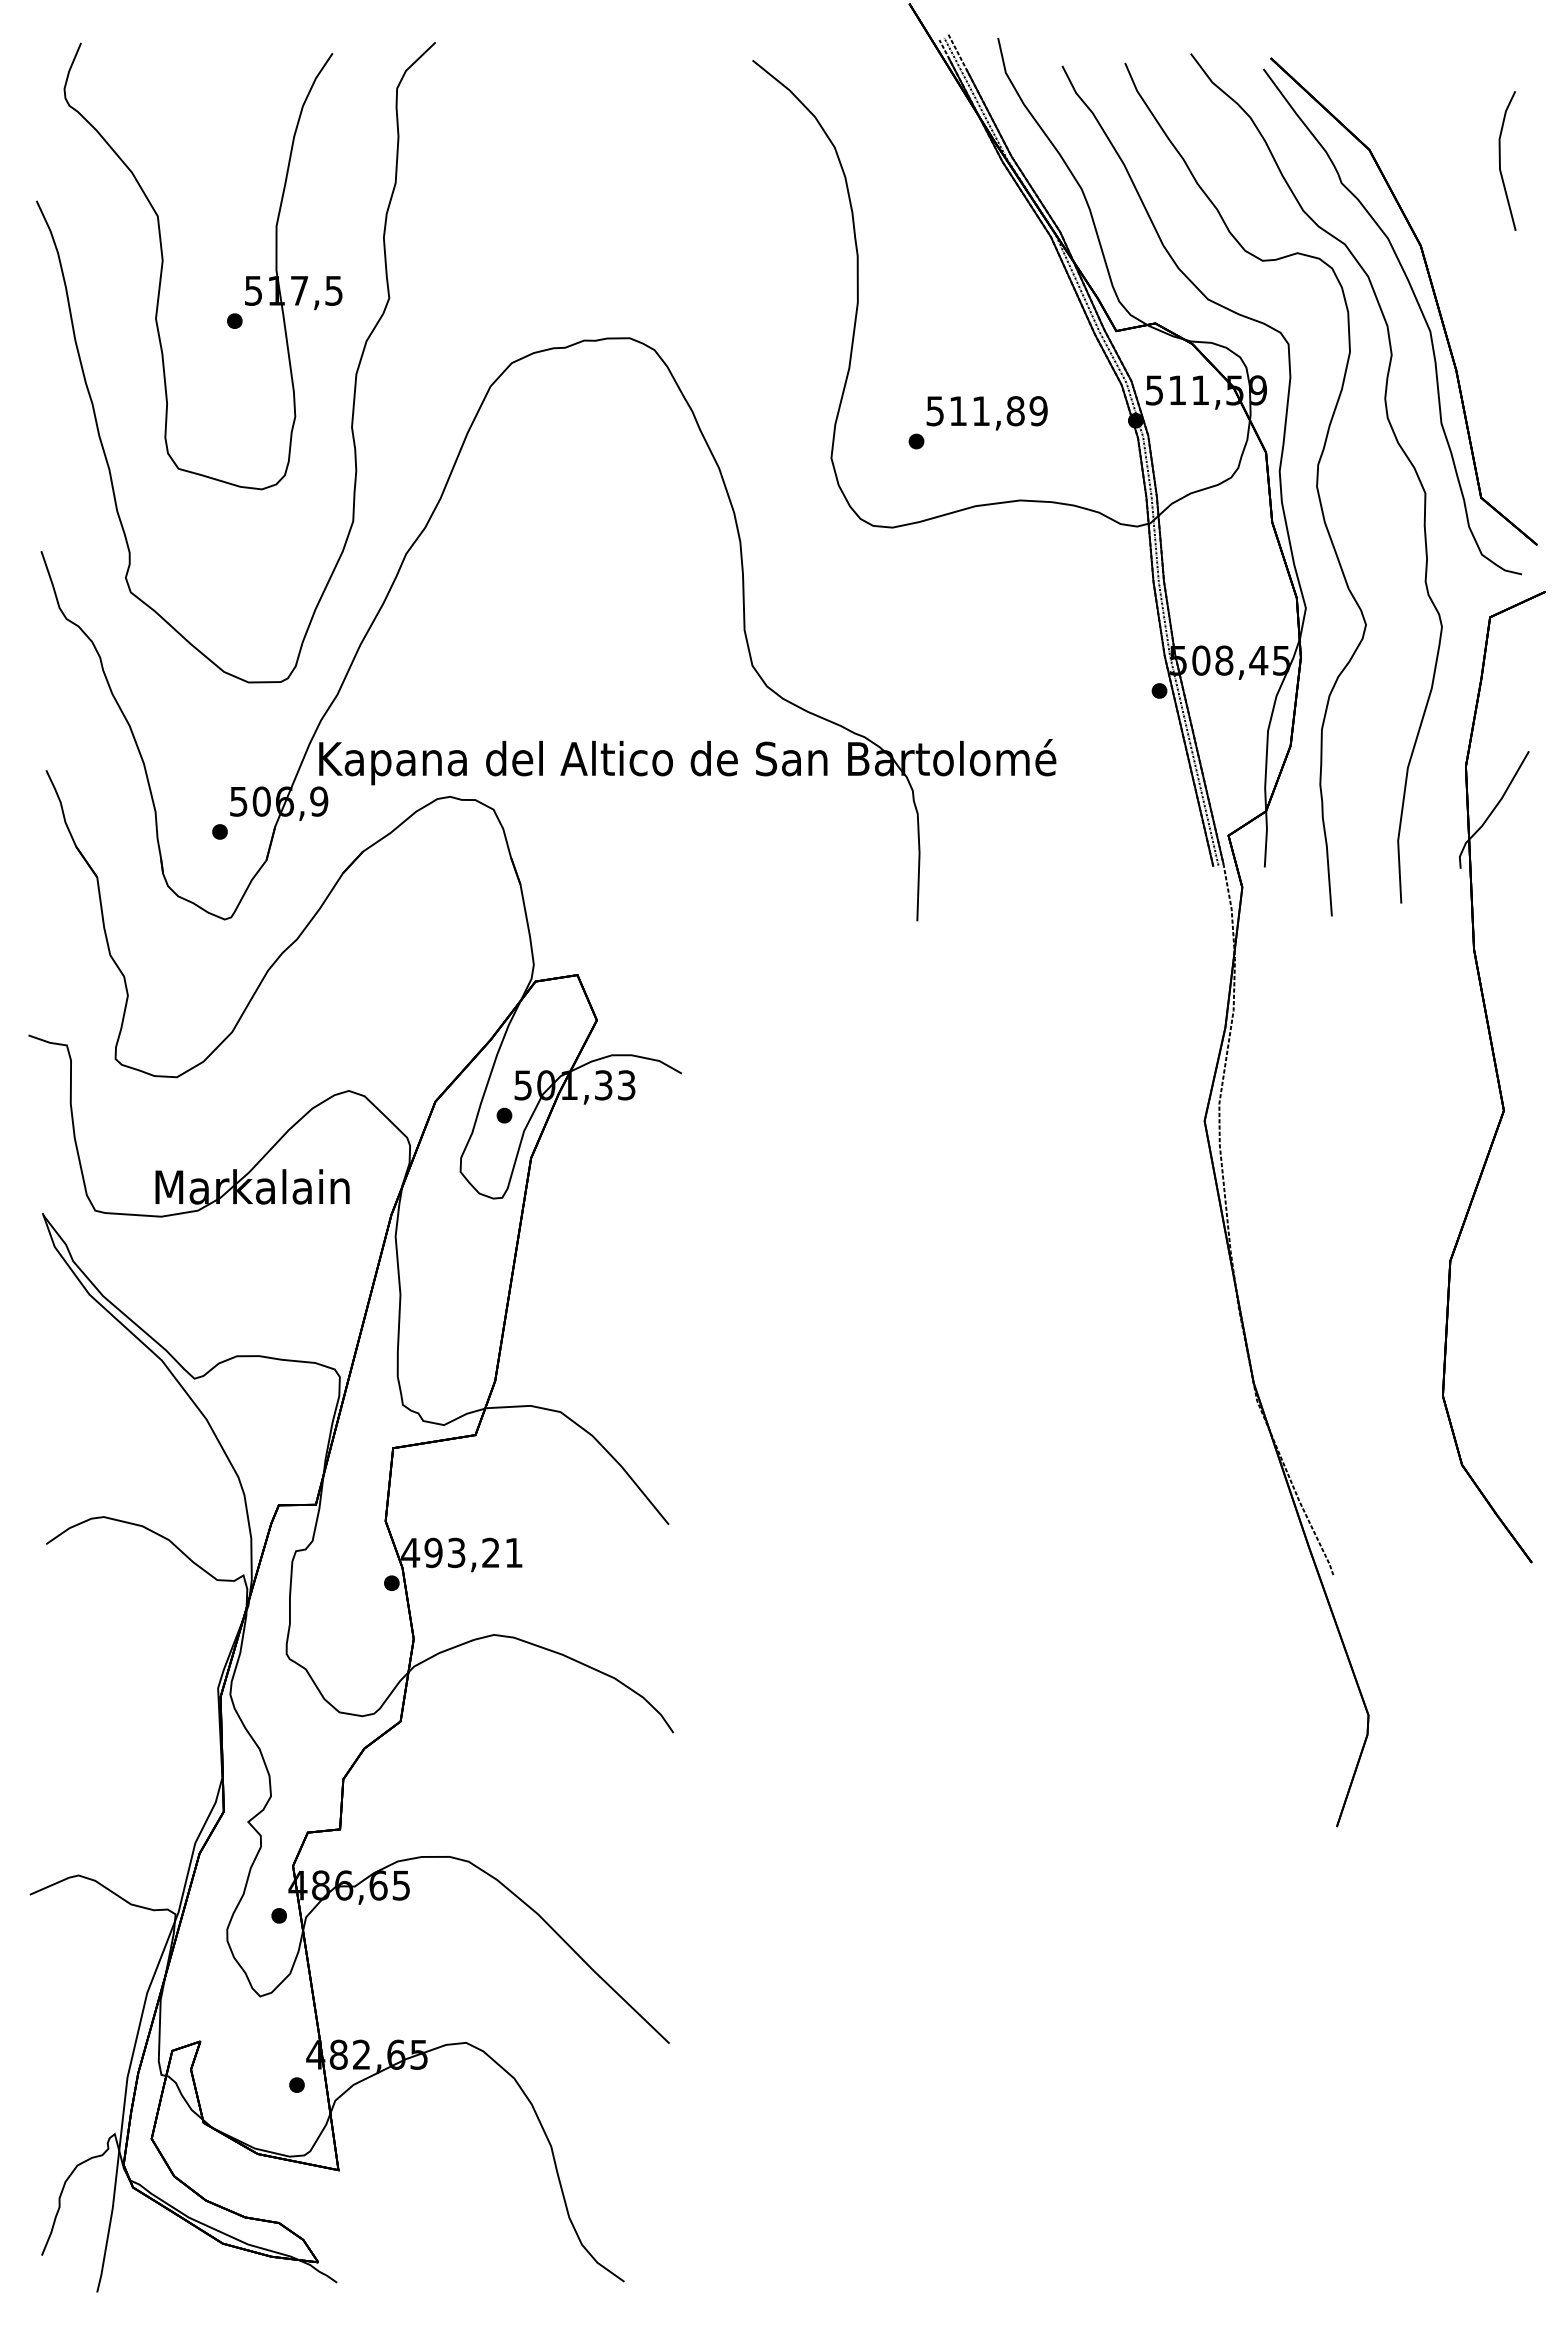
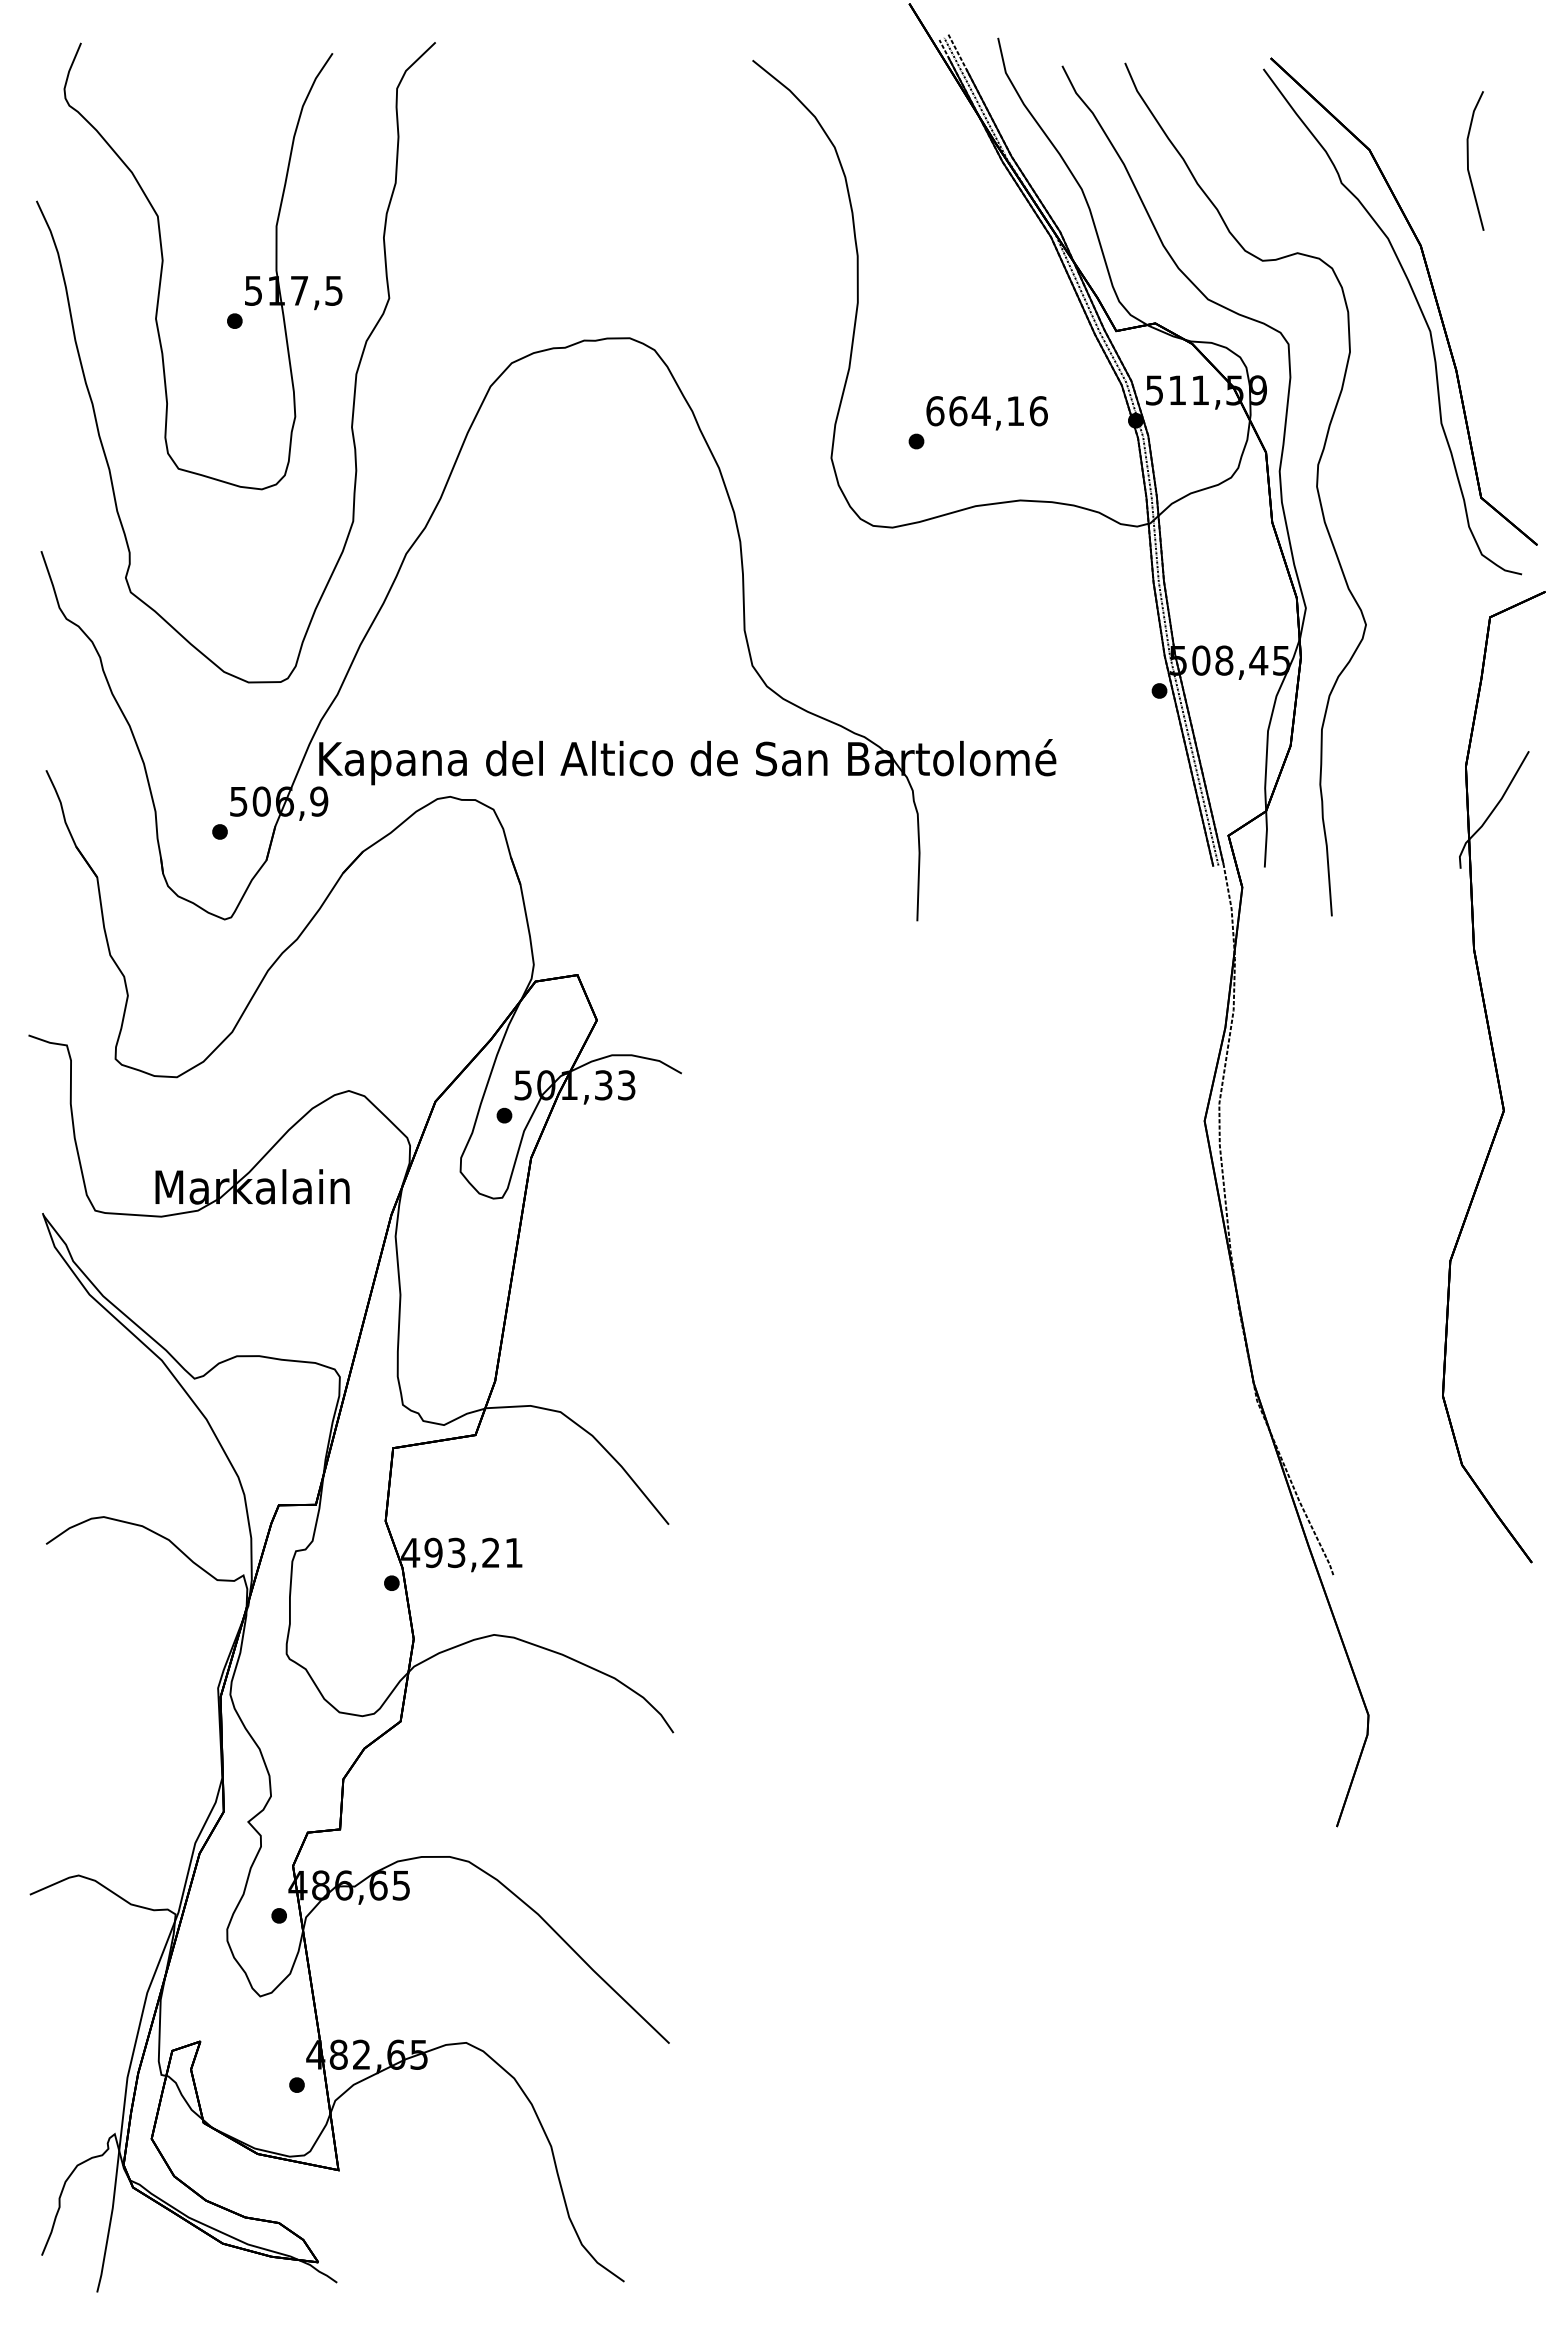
line at (1500, 160) position: (1500, 160) -> (1468, 160)
text at (986, 411): 511,89 -> 664,16
curve at (1395, 439): present -> none
